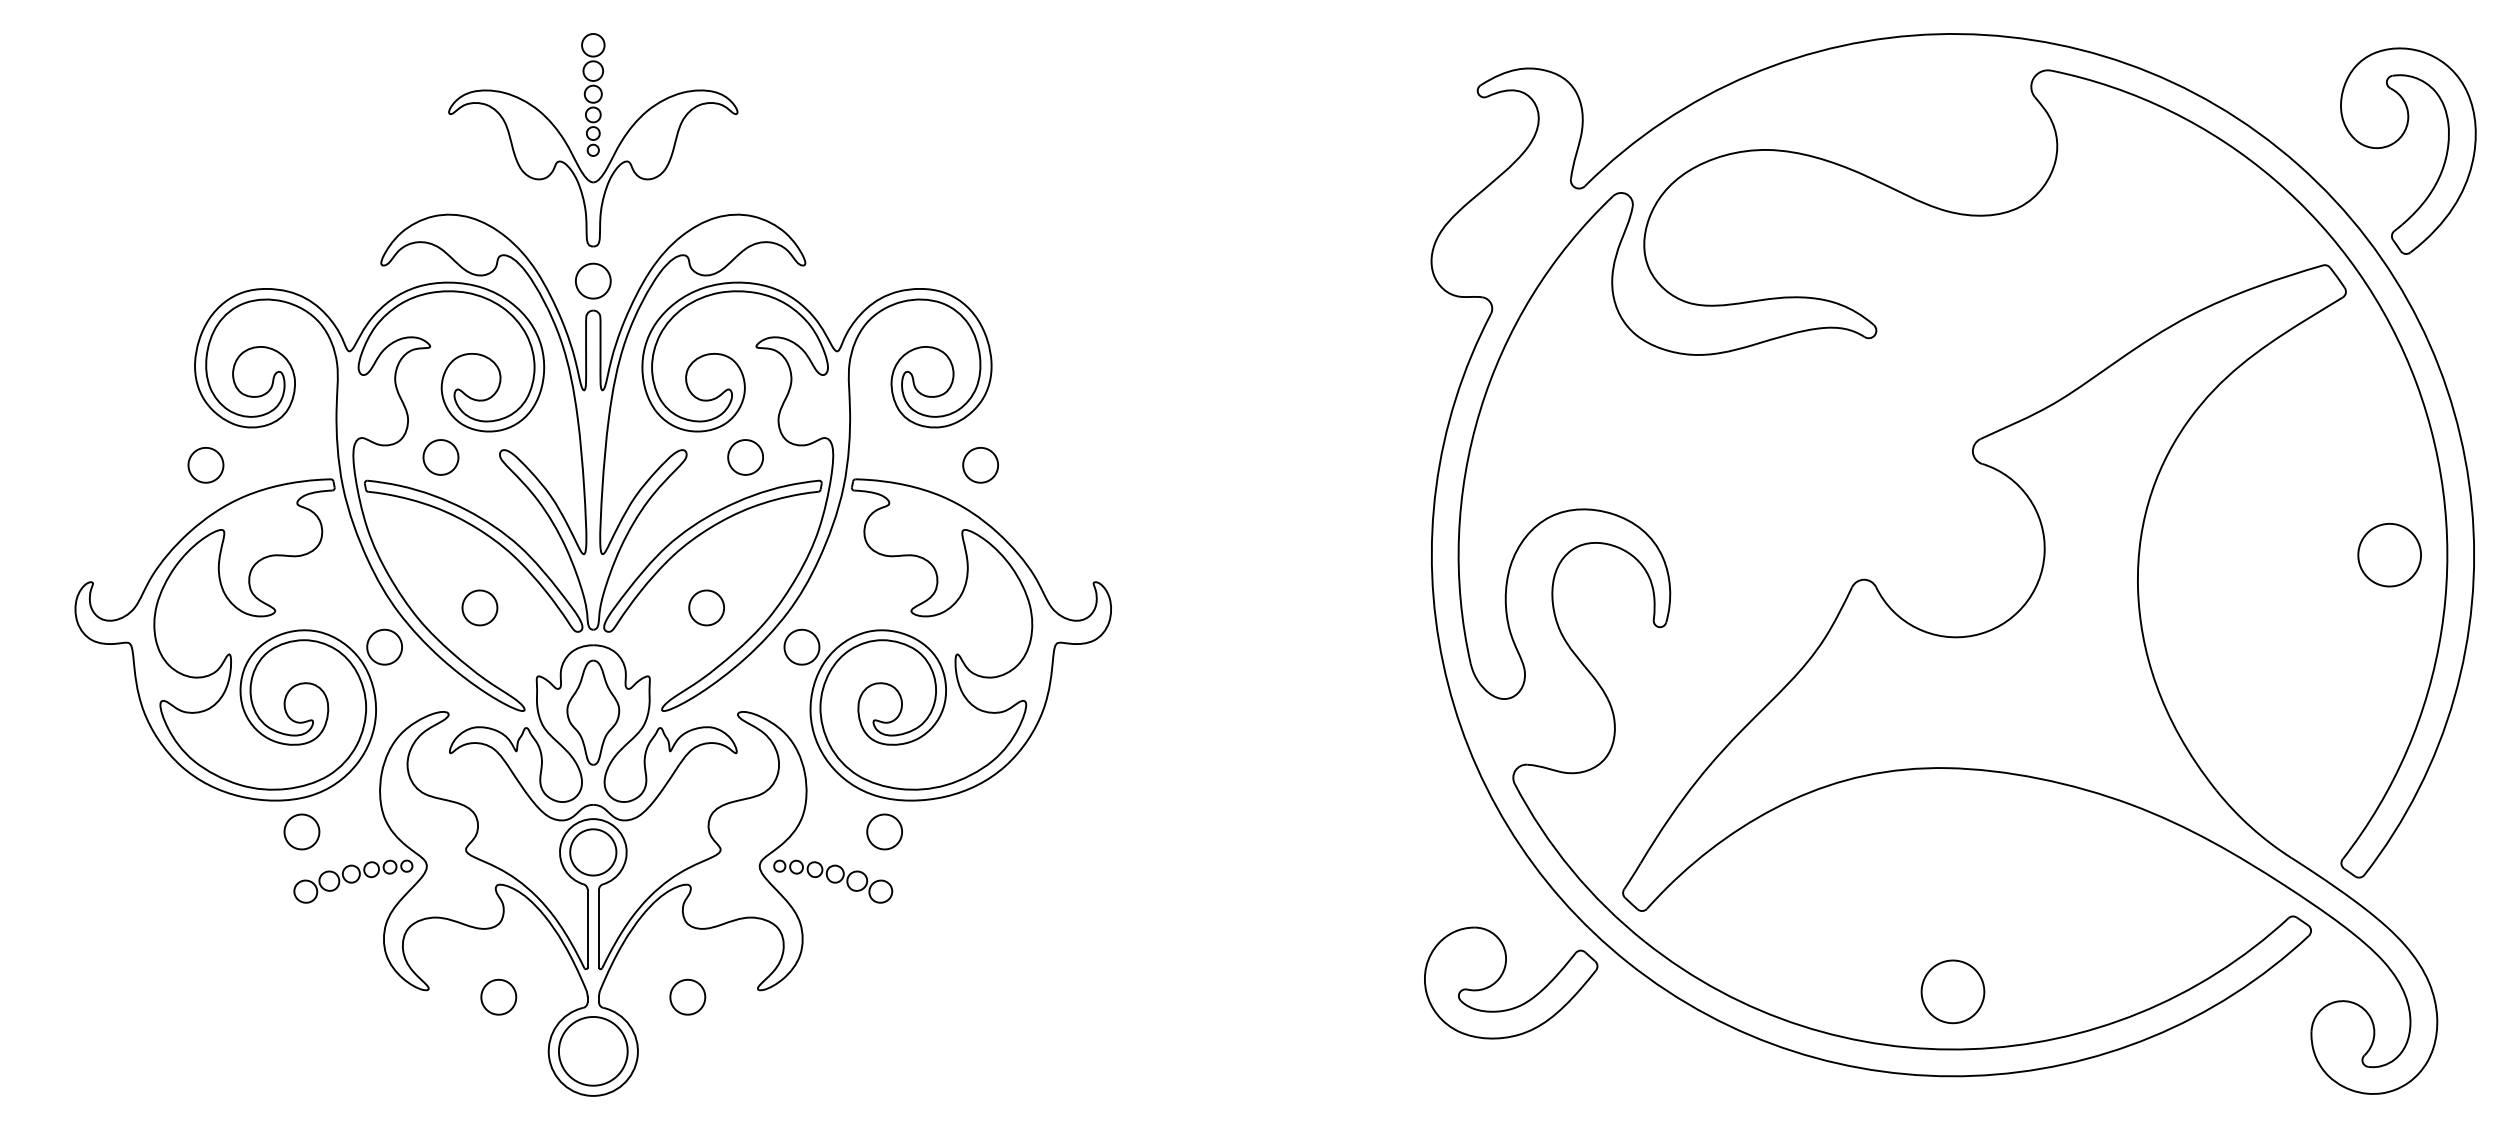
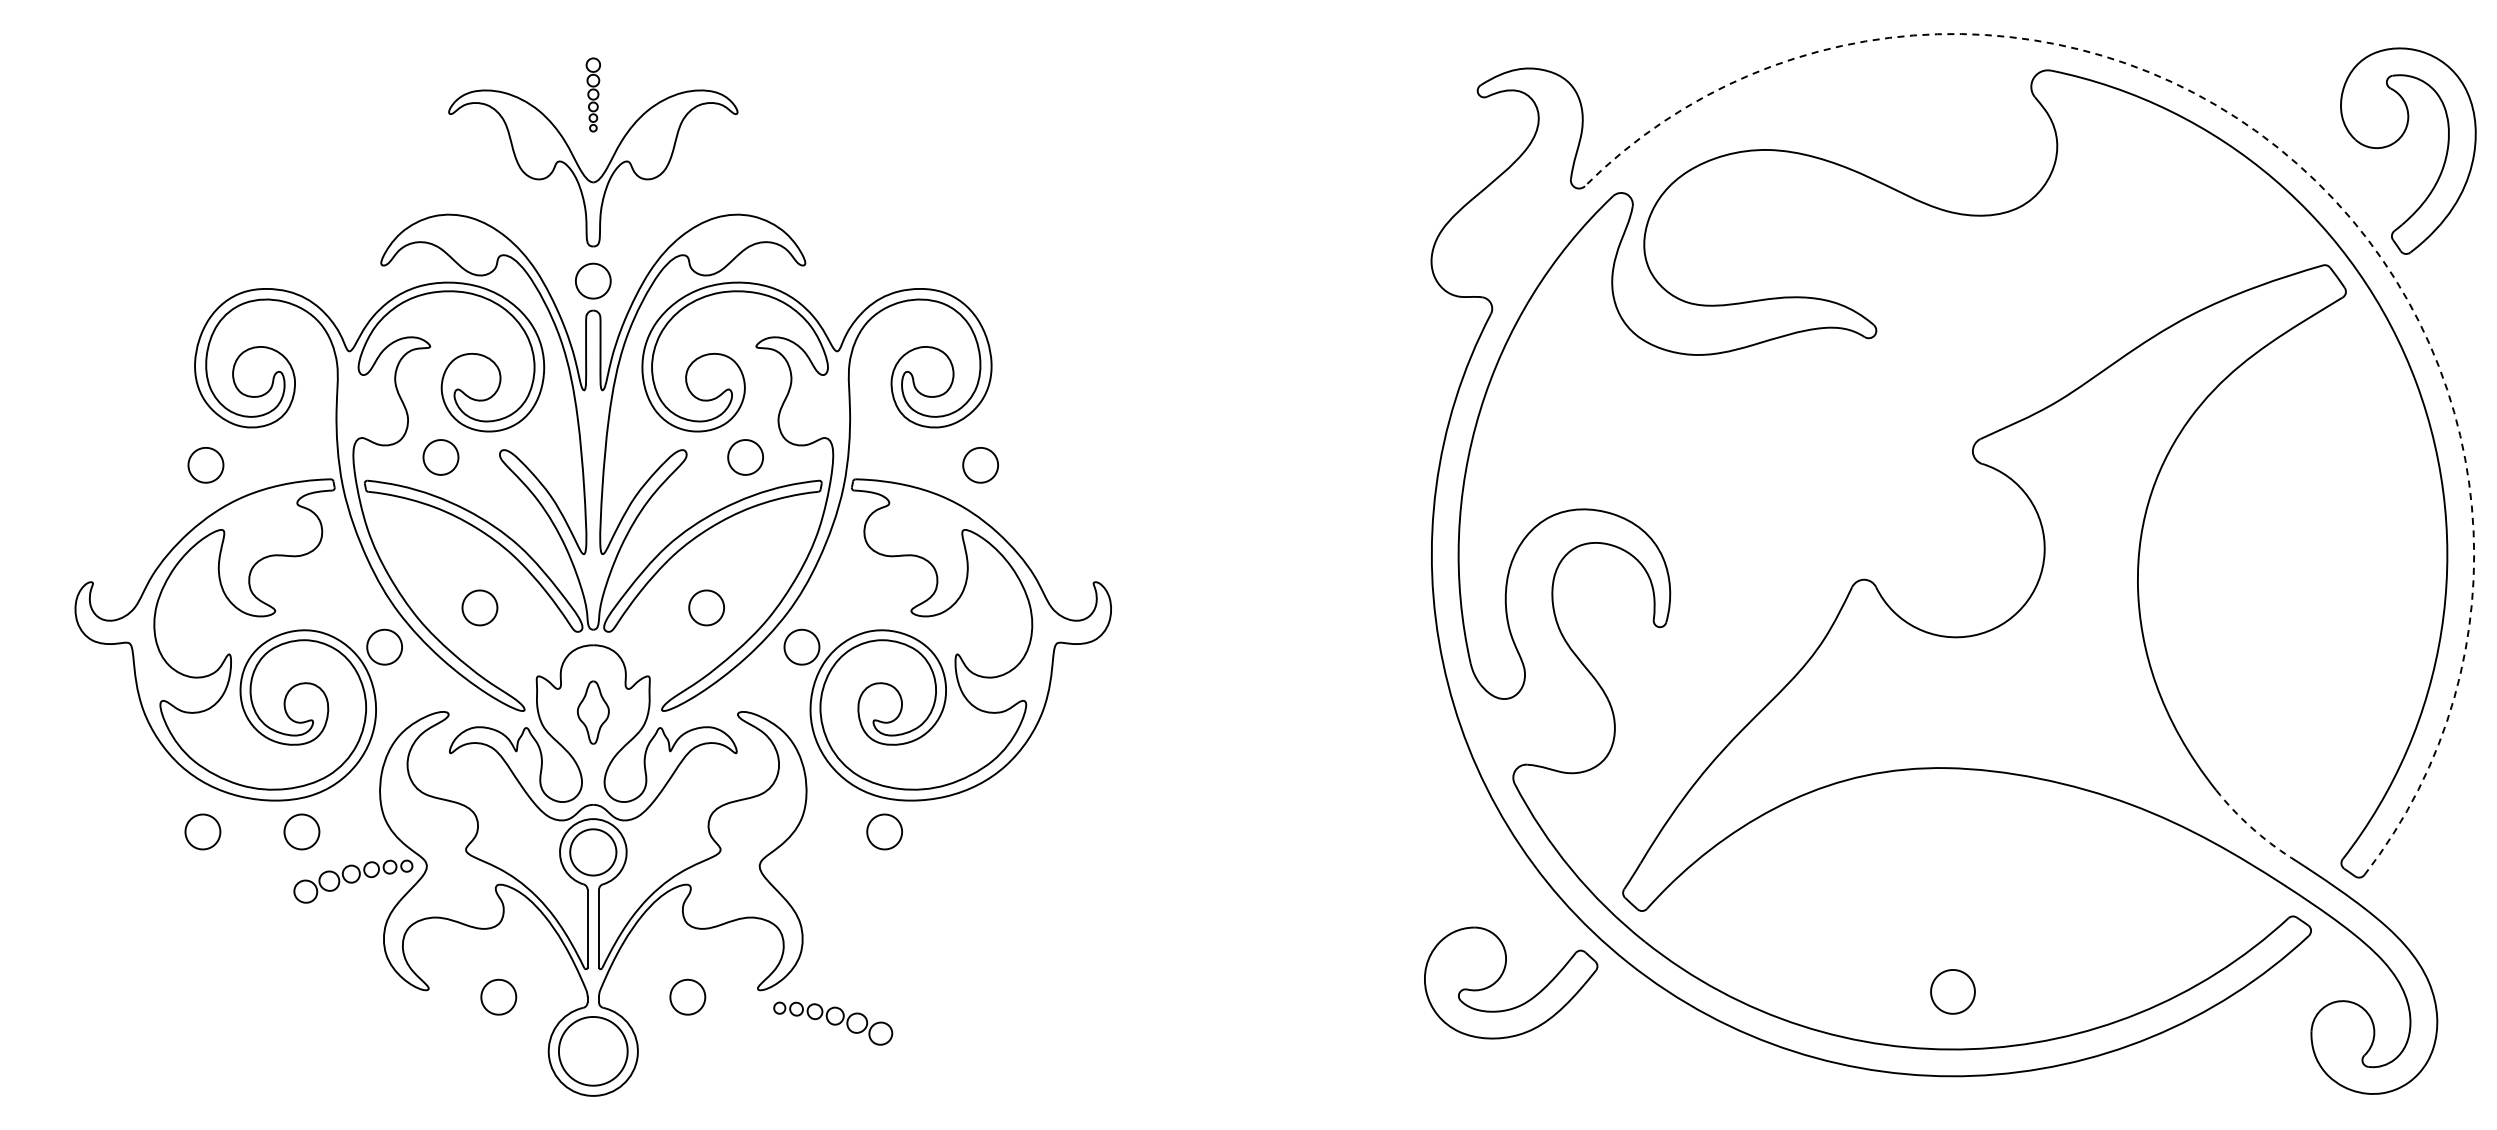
part at (593, 94) size: 25x124 px -> 16x76 px
arc at (2298, 164): solid -> dashed
part at (2389, 555): present -> none
part at (593, 712) size: 55x107 px -> 33x65 px
arc at (2251, 827): solid -> dashed
part at (202, 831): none -> present
part at (833, 881) position: (833, 881) -> (833, 1023)
part at (1952, 991) size: 66x66 px -> 46x46 px
